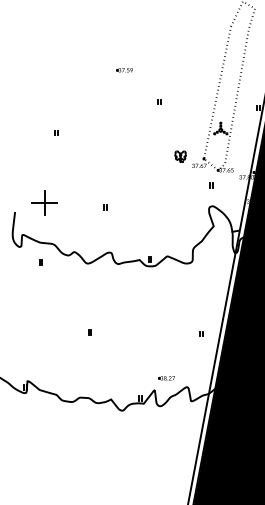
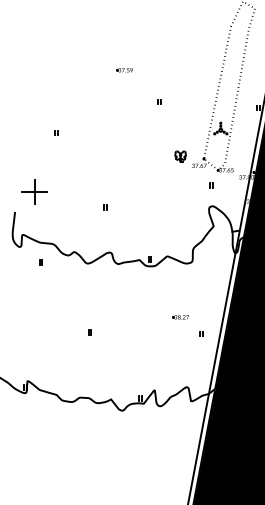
part at (44, 202) position: (44, 202) -> (34, 191)
part at (166, 378) position: (166, 378) -> (180, 317)
